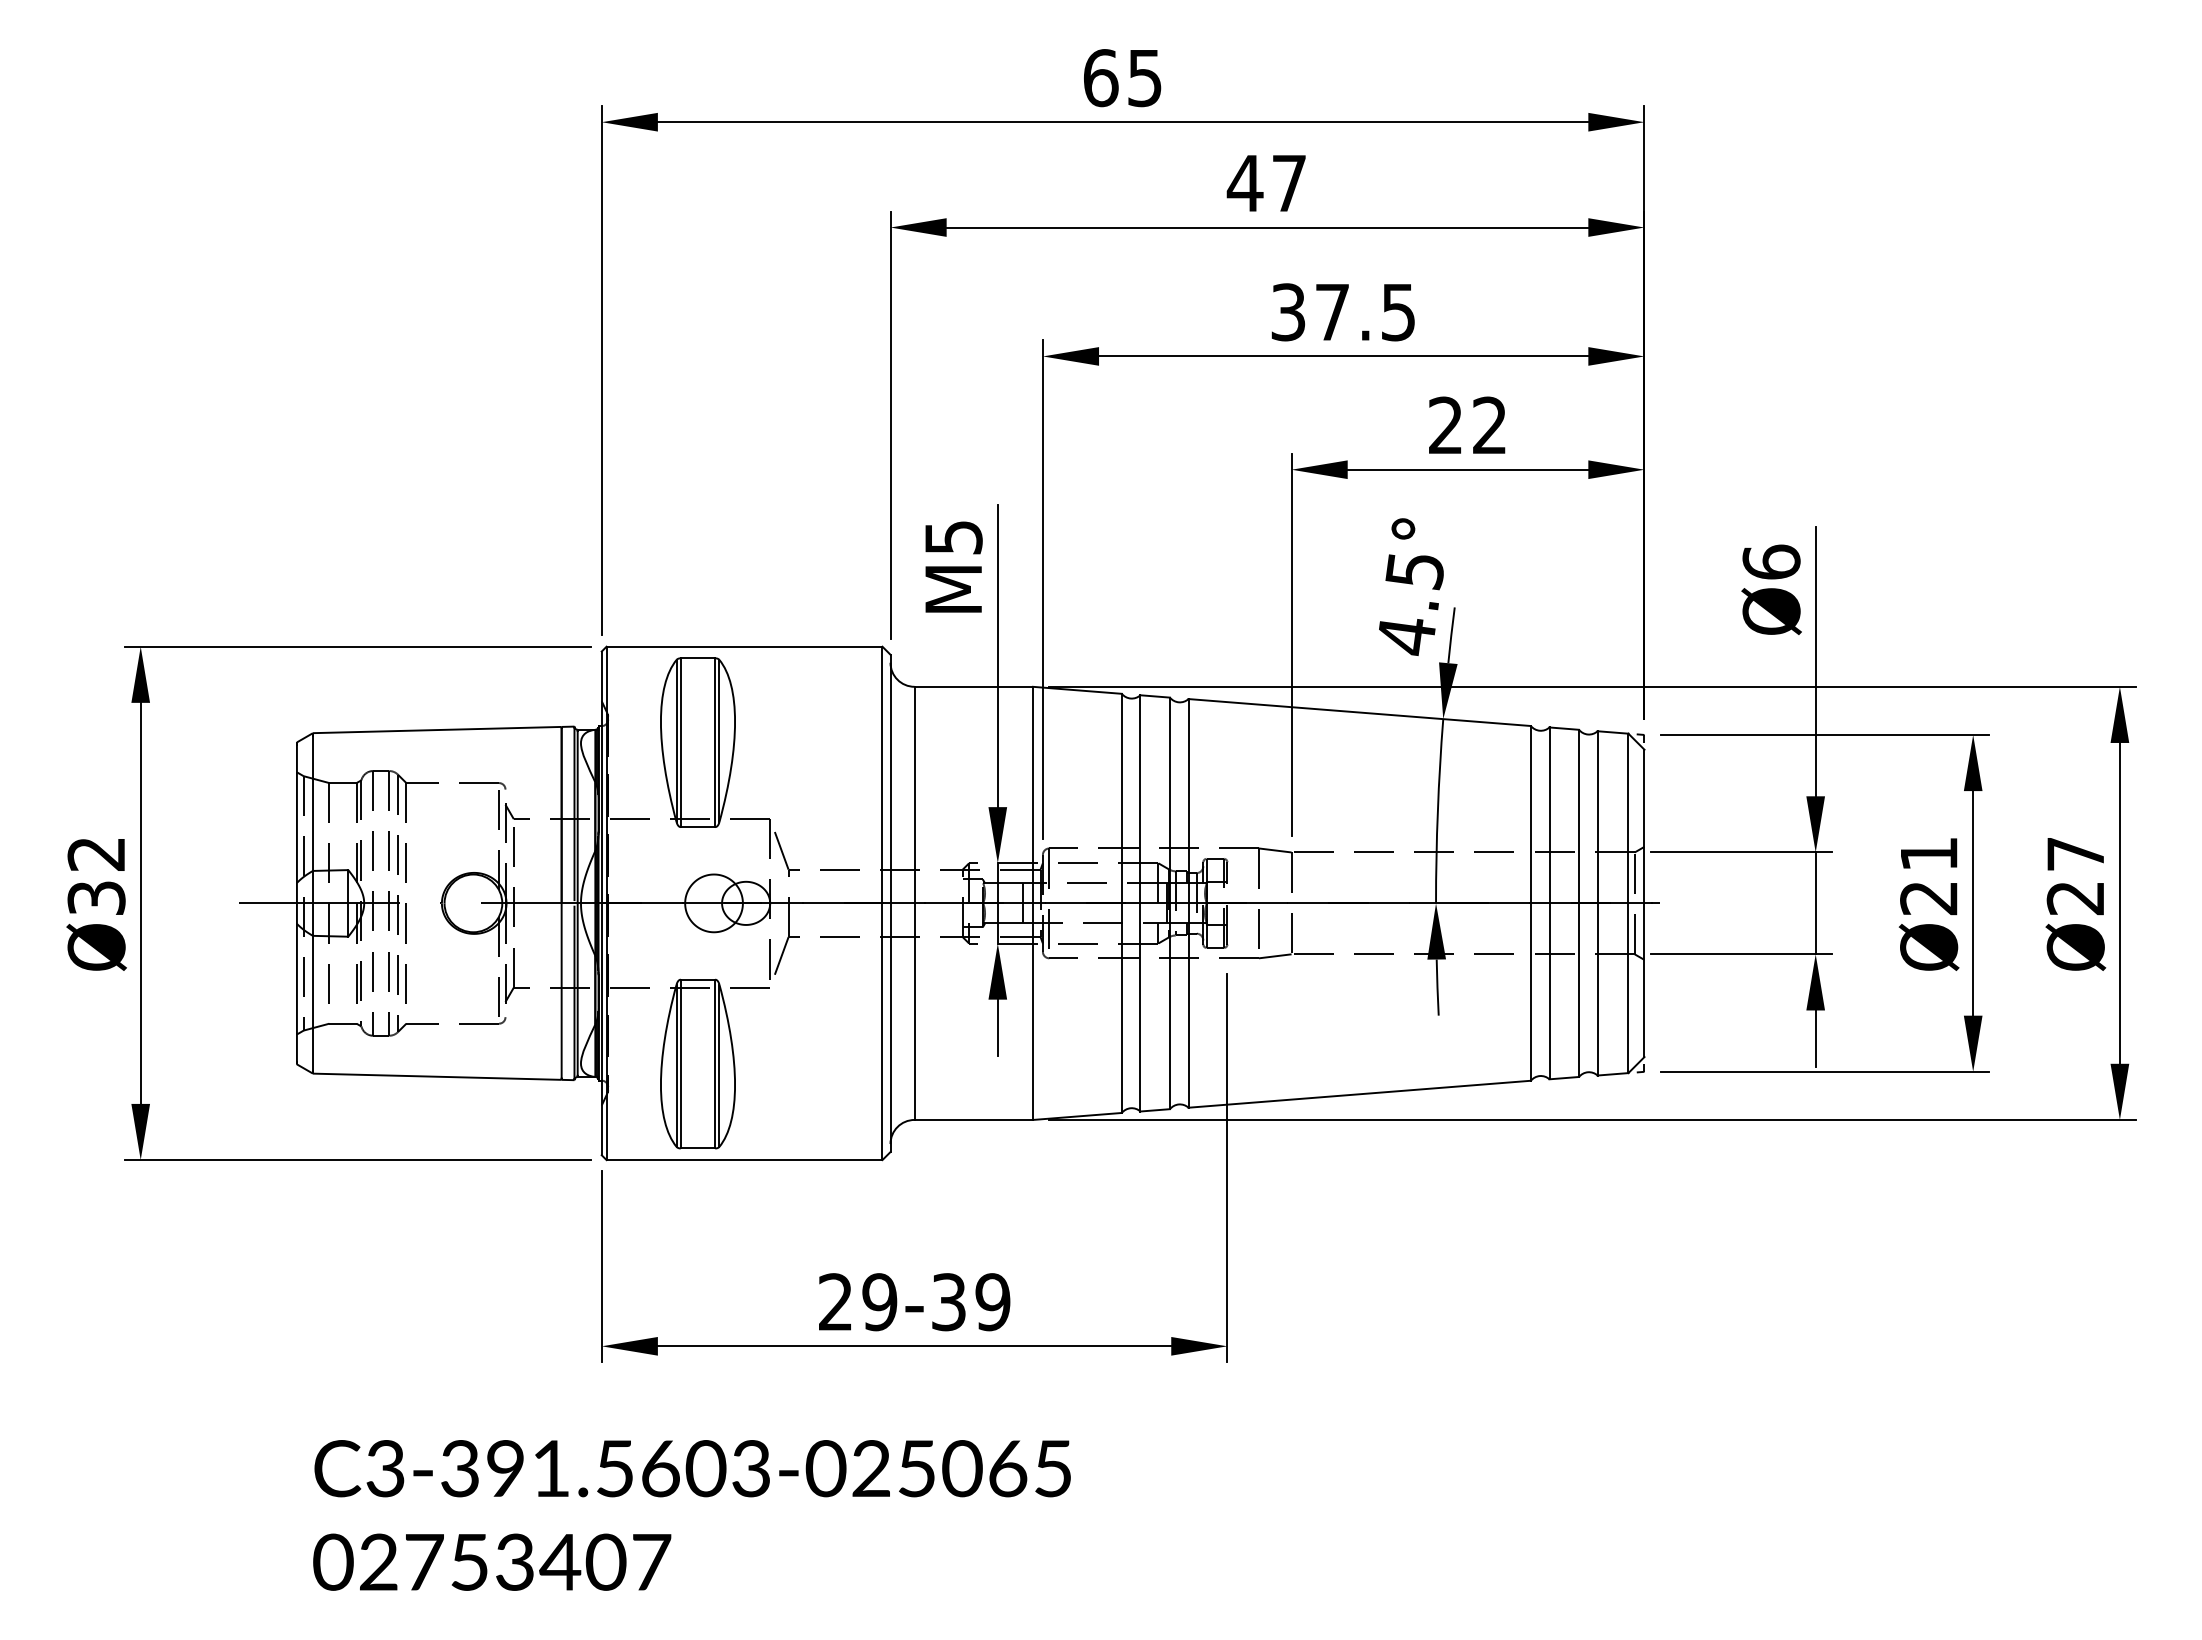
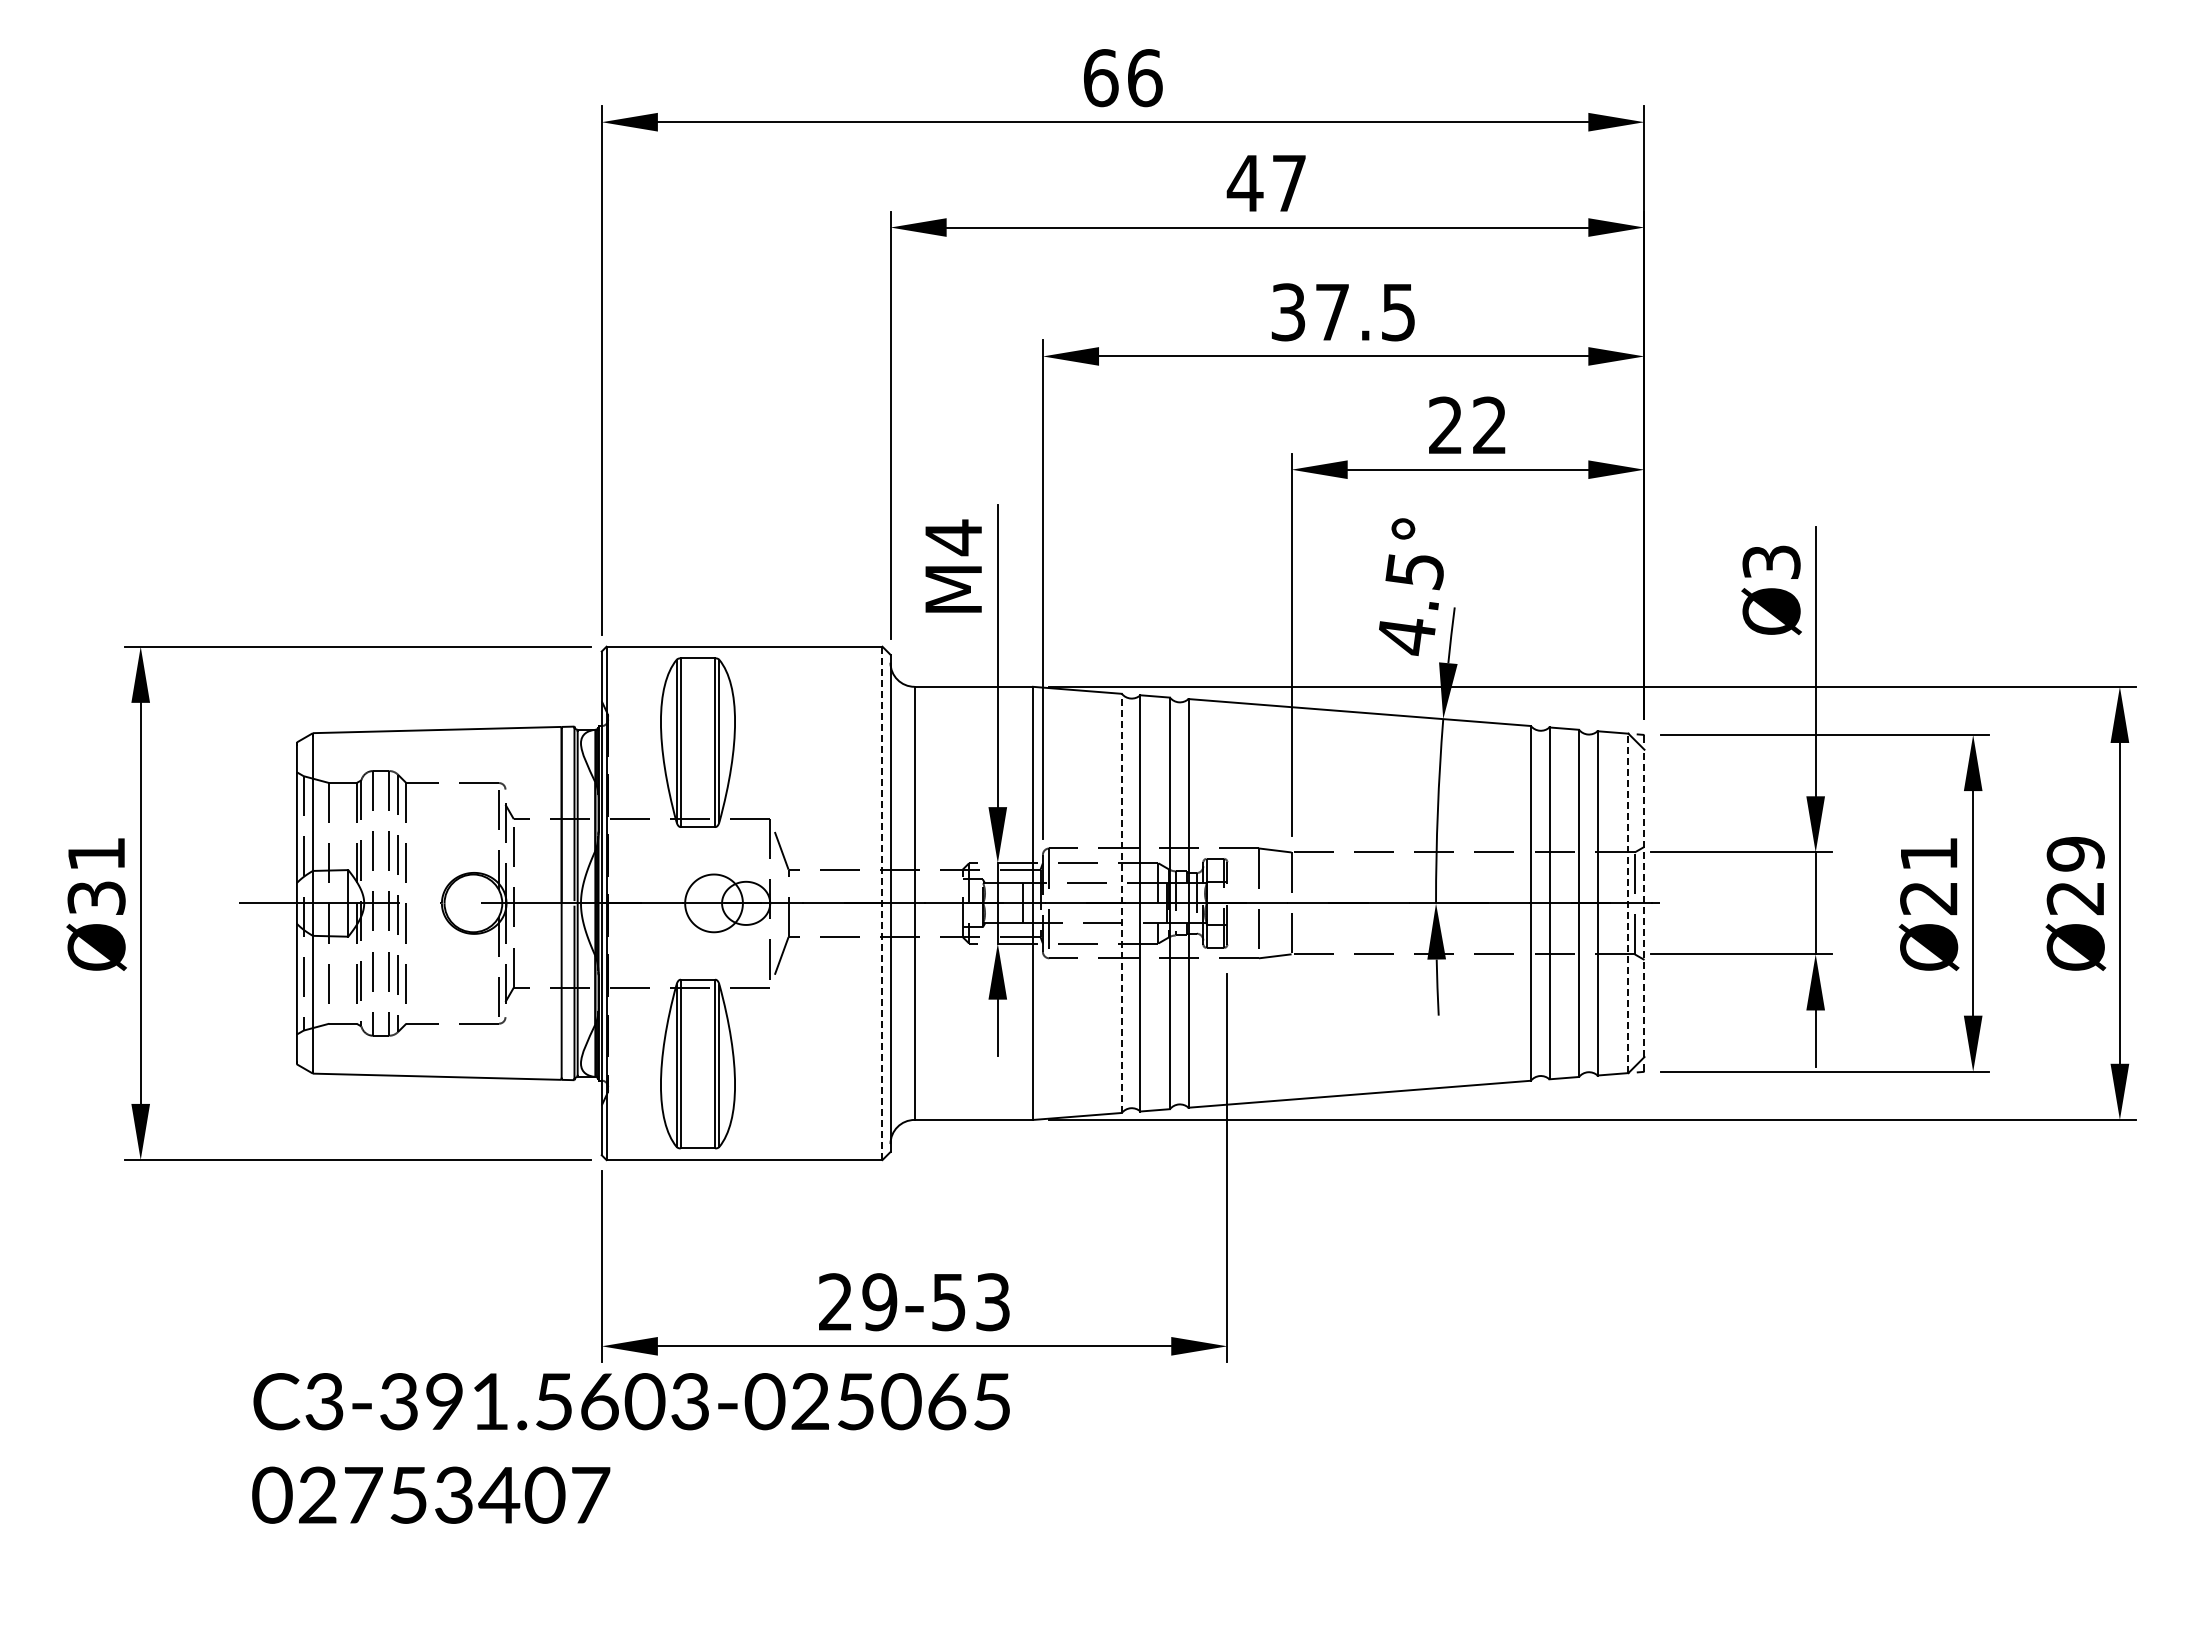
text at (1145, 78): 65 -> 66
text at (953, 537): M5 -> M4
text at (1771, 561): Ø6 -> Ø3
text at (95, 854): Ø32 -> Ø31
text at (2075, 854): Ø27 -> Ø29
line at (882, 903): solid -> dashed
line at (1121, 903): solid -> dashed
line at (1628, 903): solid -> dashed
line at (1644, 903): solid -> dashed
text at (971, 1302): 29-39 -> 29-53
text at (691, 1515) position: (691, 1515) -> (630, 1448)
